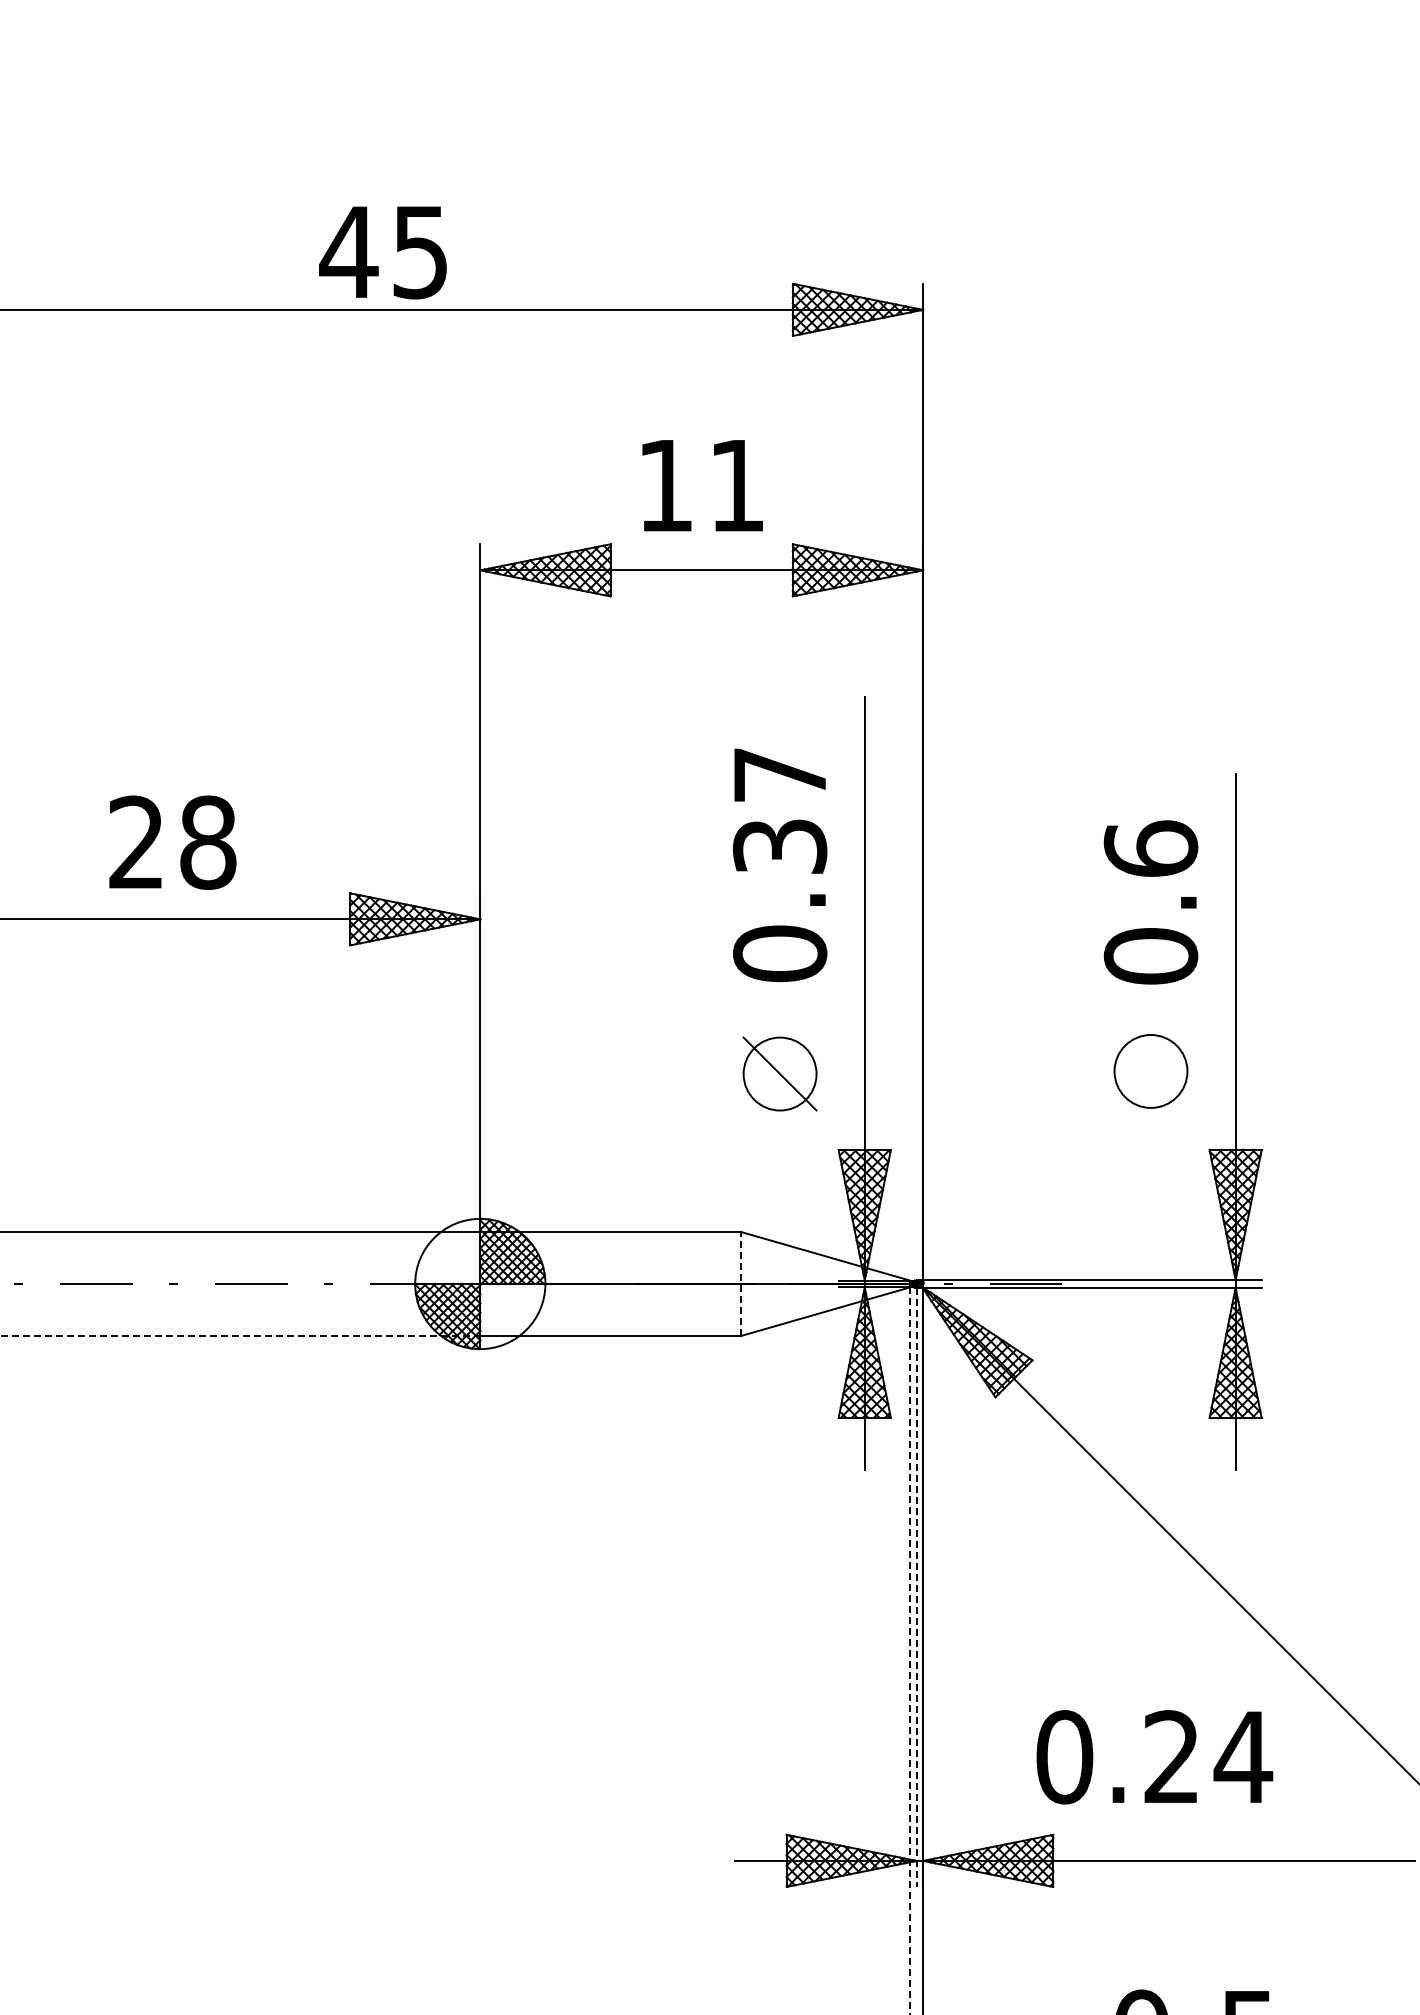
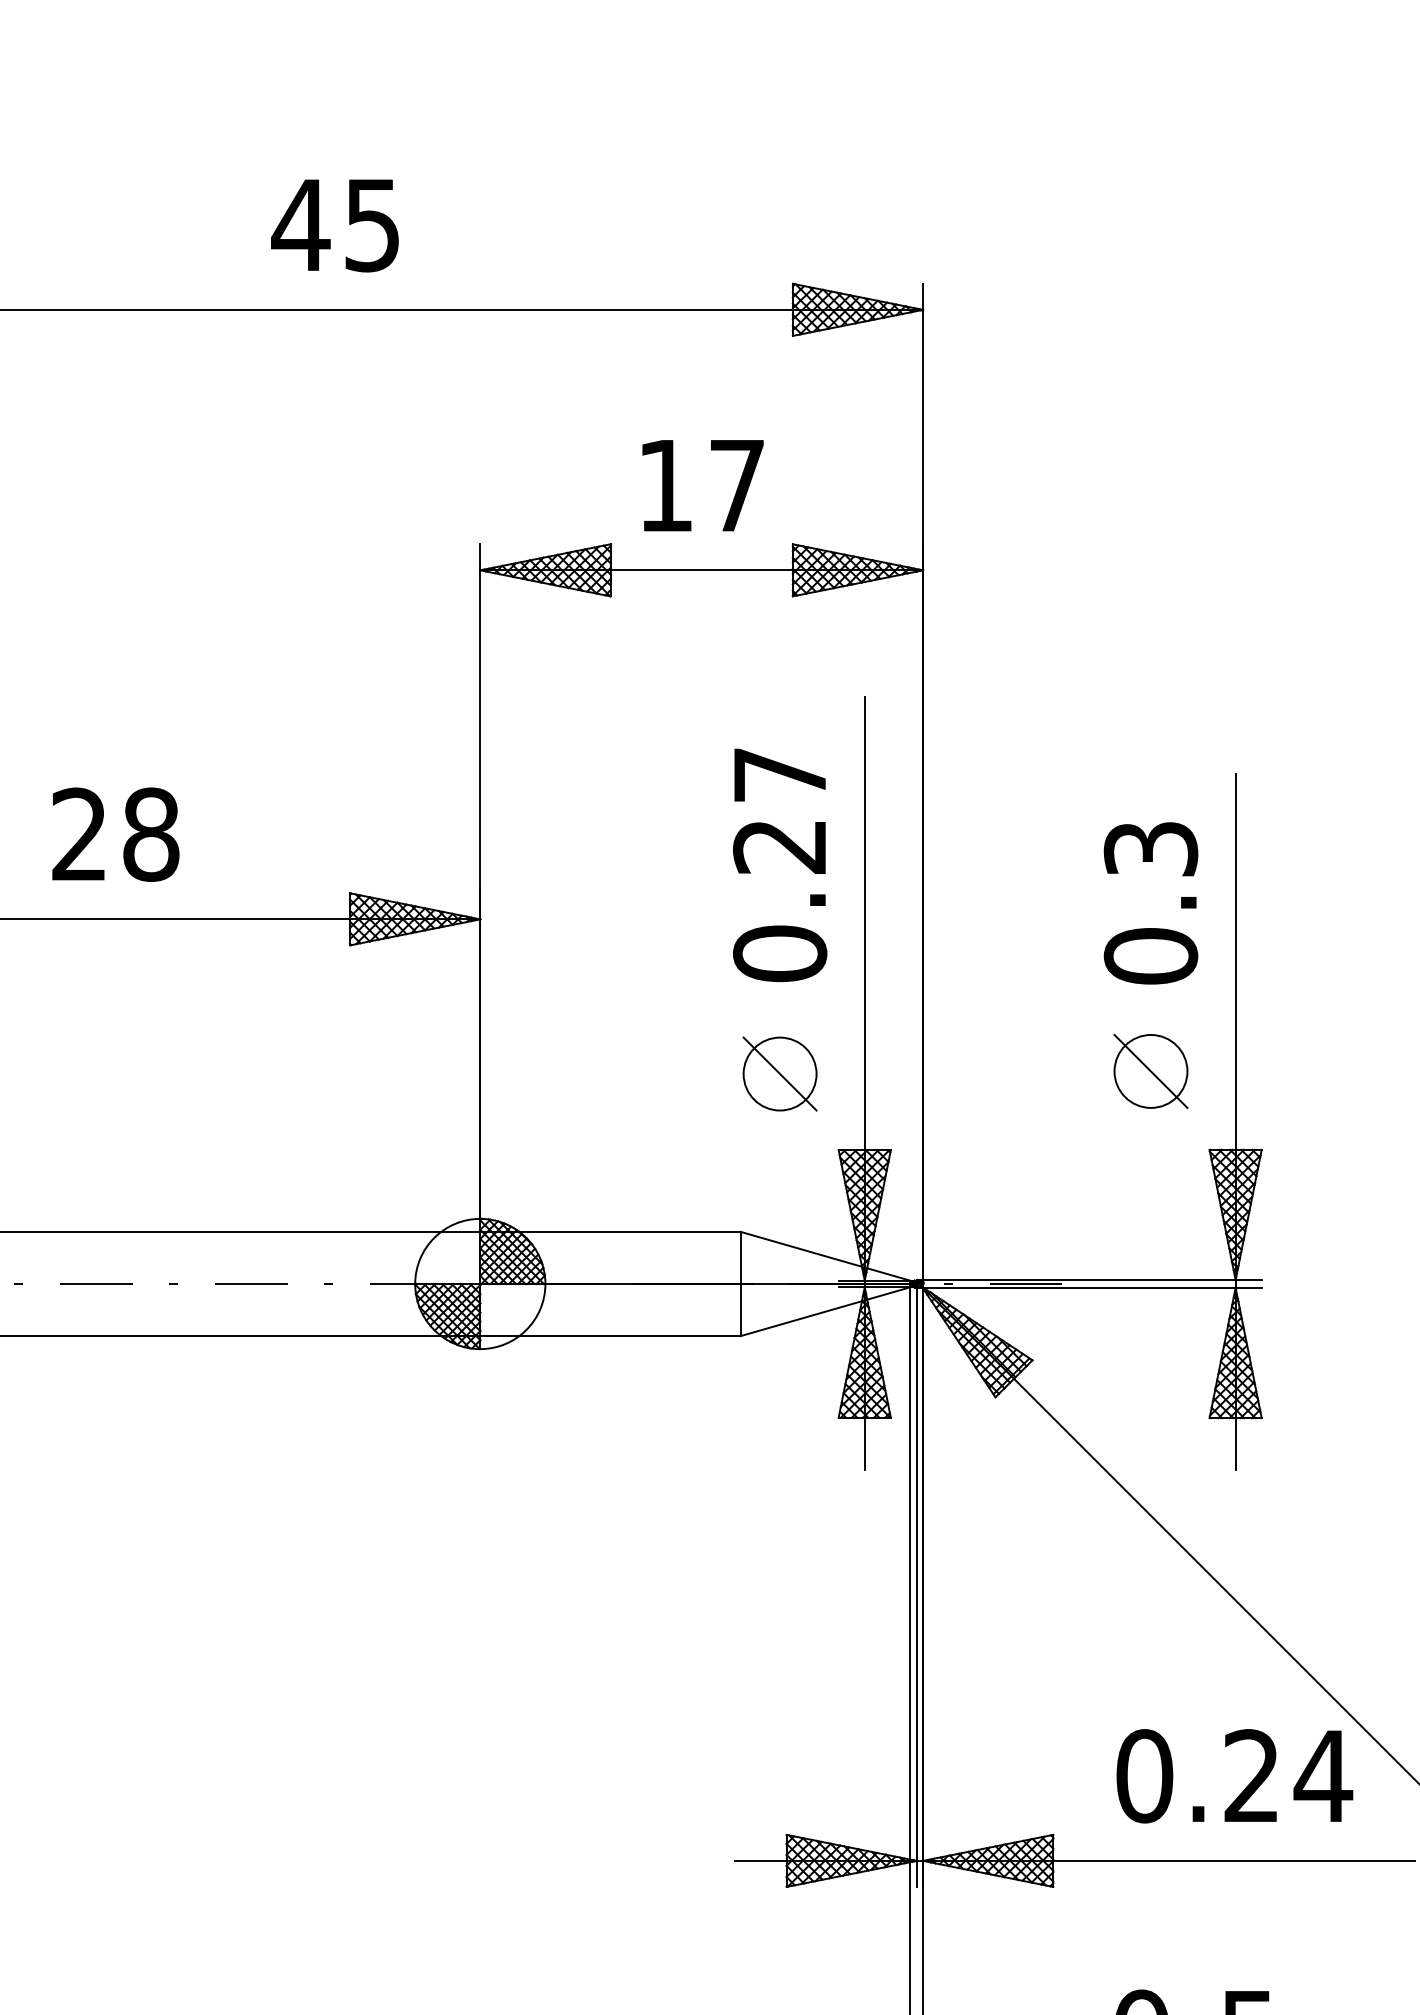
text at (382, 252) position: (382, 252) -> (334, 225)
text at (737, 485): 11 -> 17
text at (172, 842) position: (172, 842) -> (115, 834)
text at (780, 846): 0.37 -> 0.27
text at (1150, 848): 0.6 -> 0.3
line at (1150, 1071): none -> present
line at (740, 1283): dashed -> solid
line at (240, 1336): dashed -> solid
line at (916, 1587): dashed -> solid
line at (910, 1650): dashed -> solid
text at (1154, 1757) position: (1154, 1757) -> (1234, 1776)
